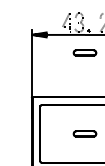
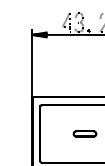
part at (84, 52): present -> none
